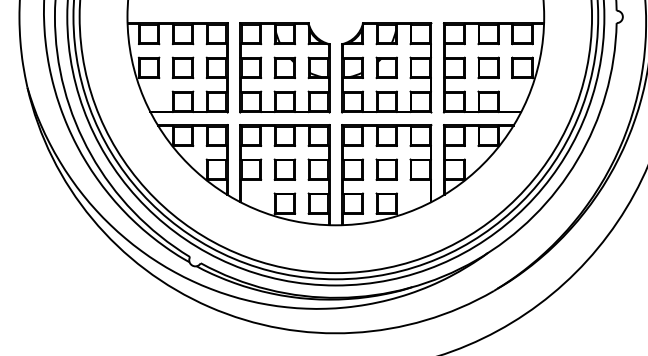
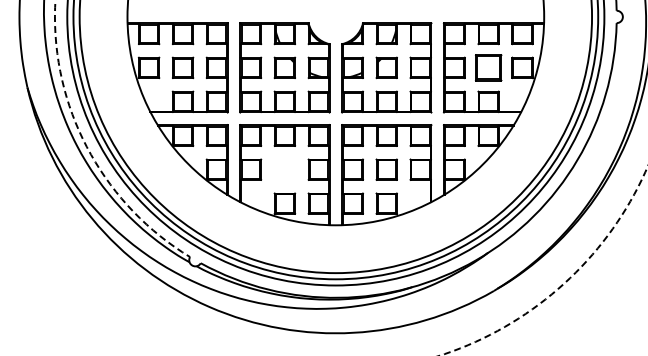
part at (488, 67) size: 23x24 px -> 28x28 px
arc at (86, 146): solid -> dashed
part at (284, 169): present -> none
arc at (564, 283): solid -> dashed
